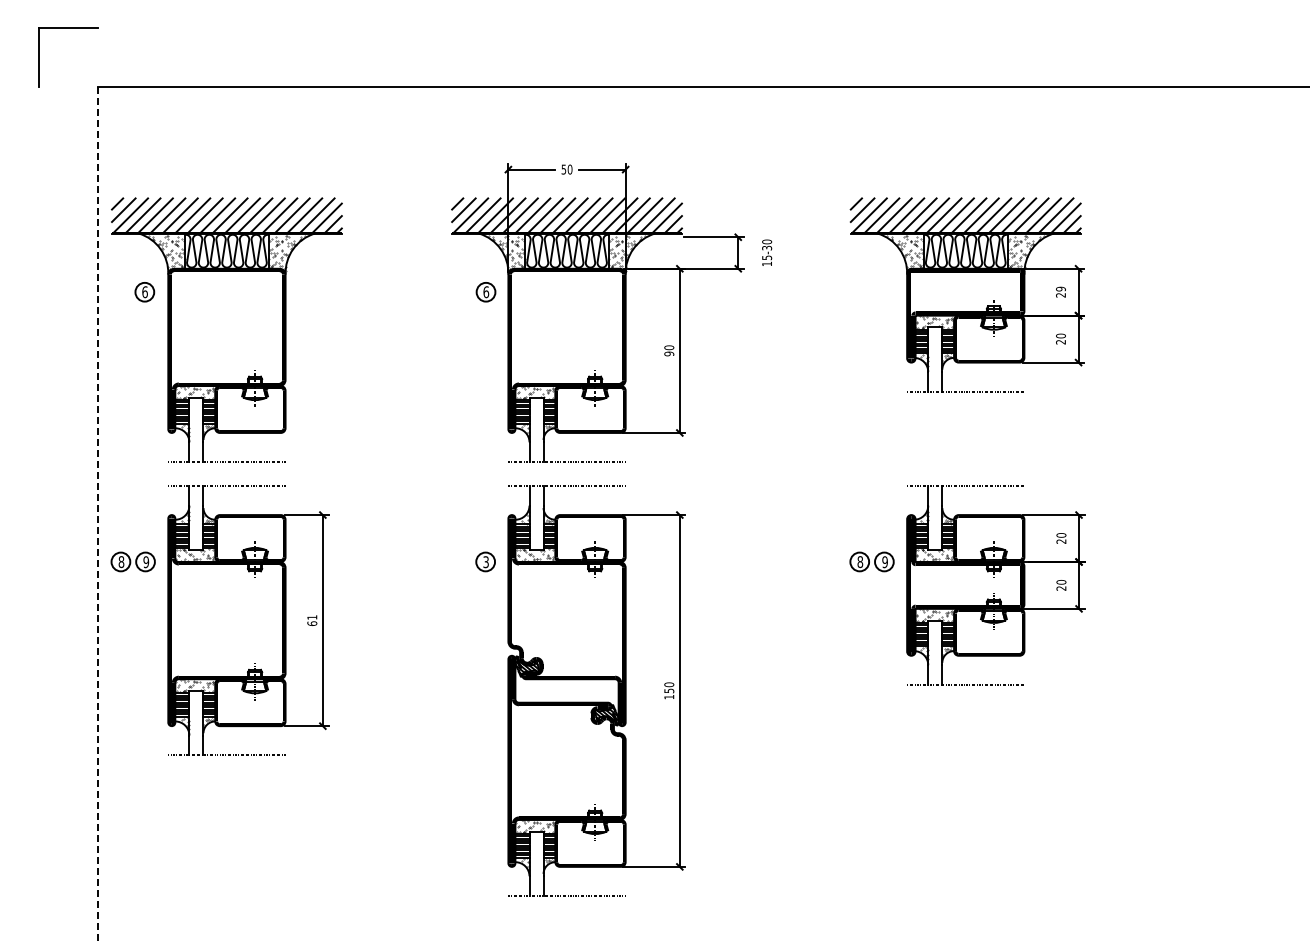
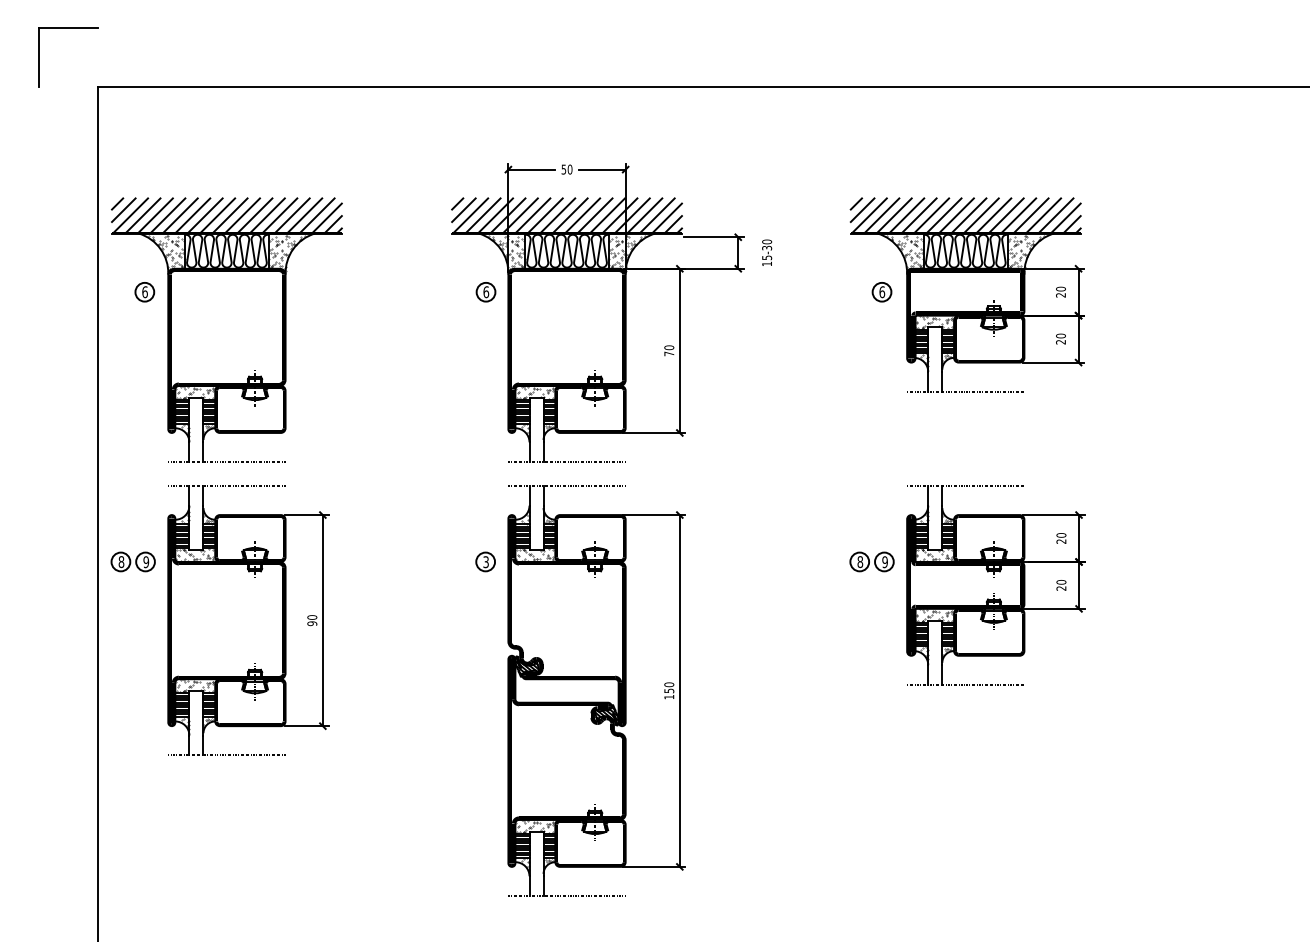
text at (1060, 289): 29 -> 20
part at (881, 292): none -> present
text at (669, 353): 90 -> 70
line at (97, 514): dashed -> solid
text at (312, 620): 61 -> 90
